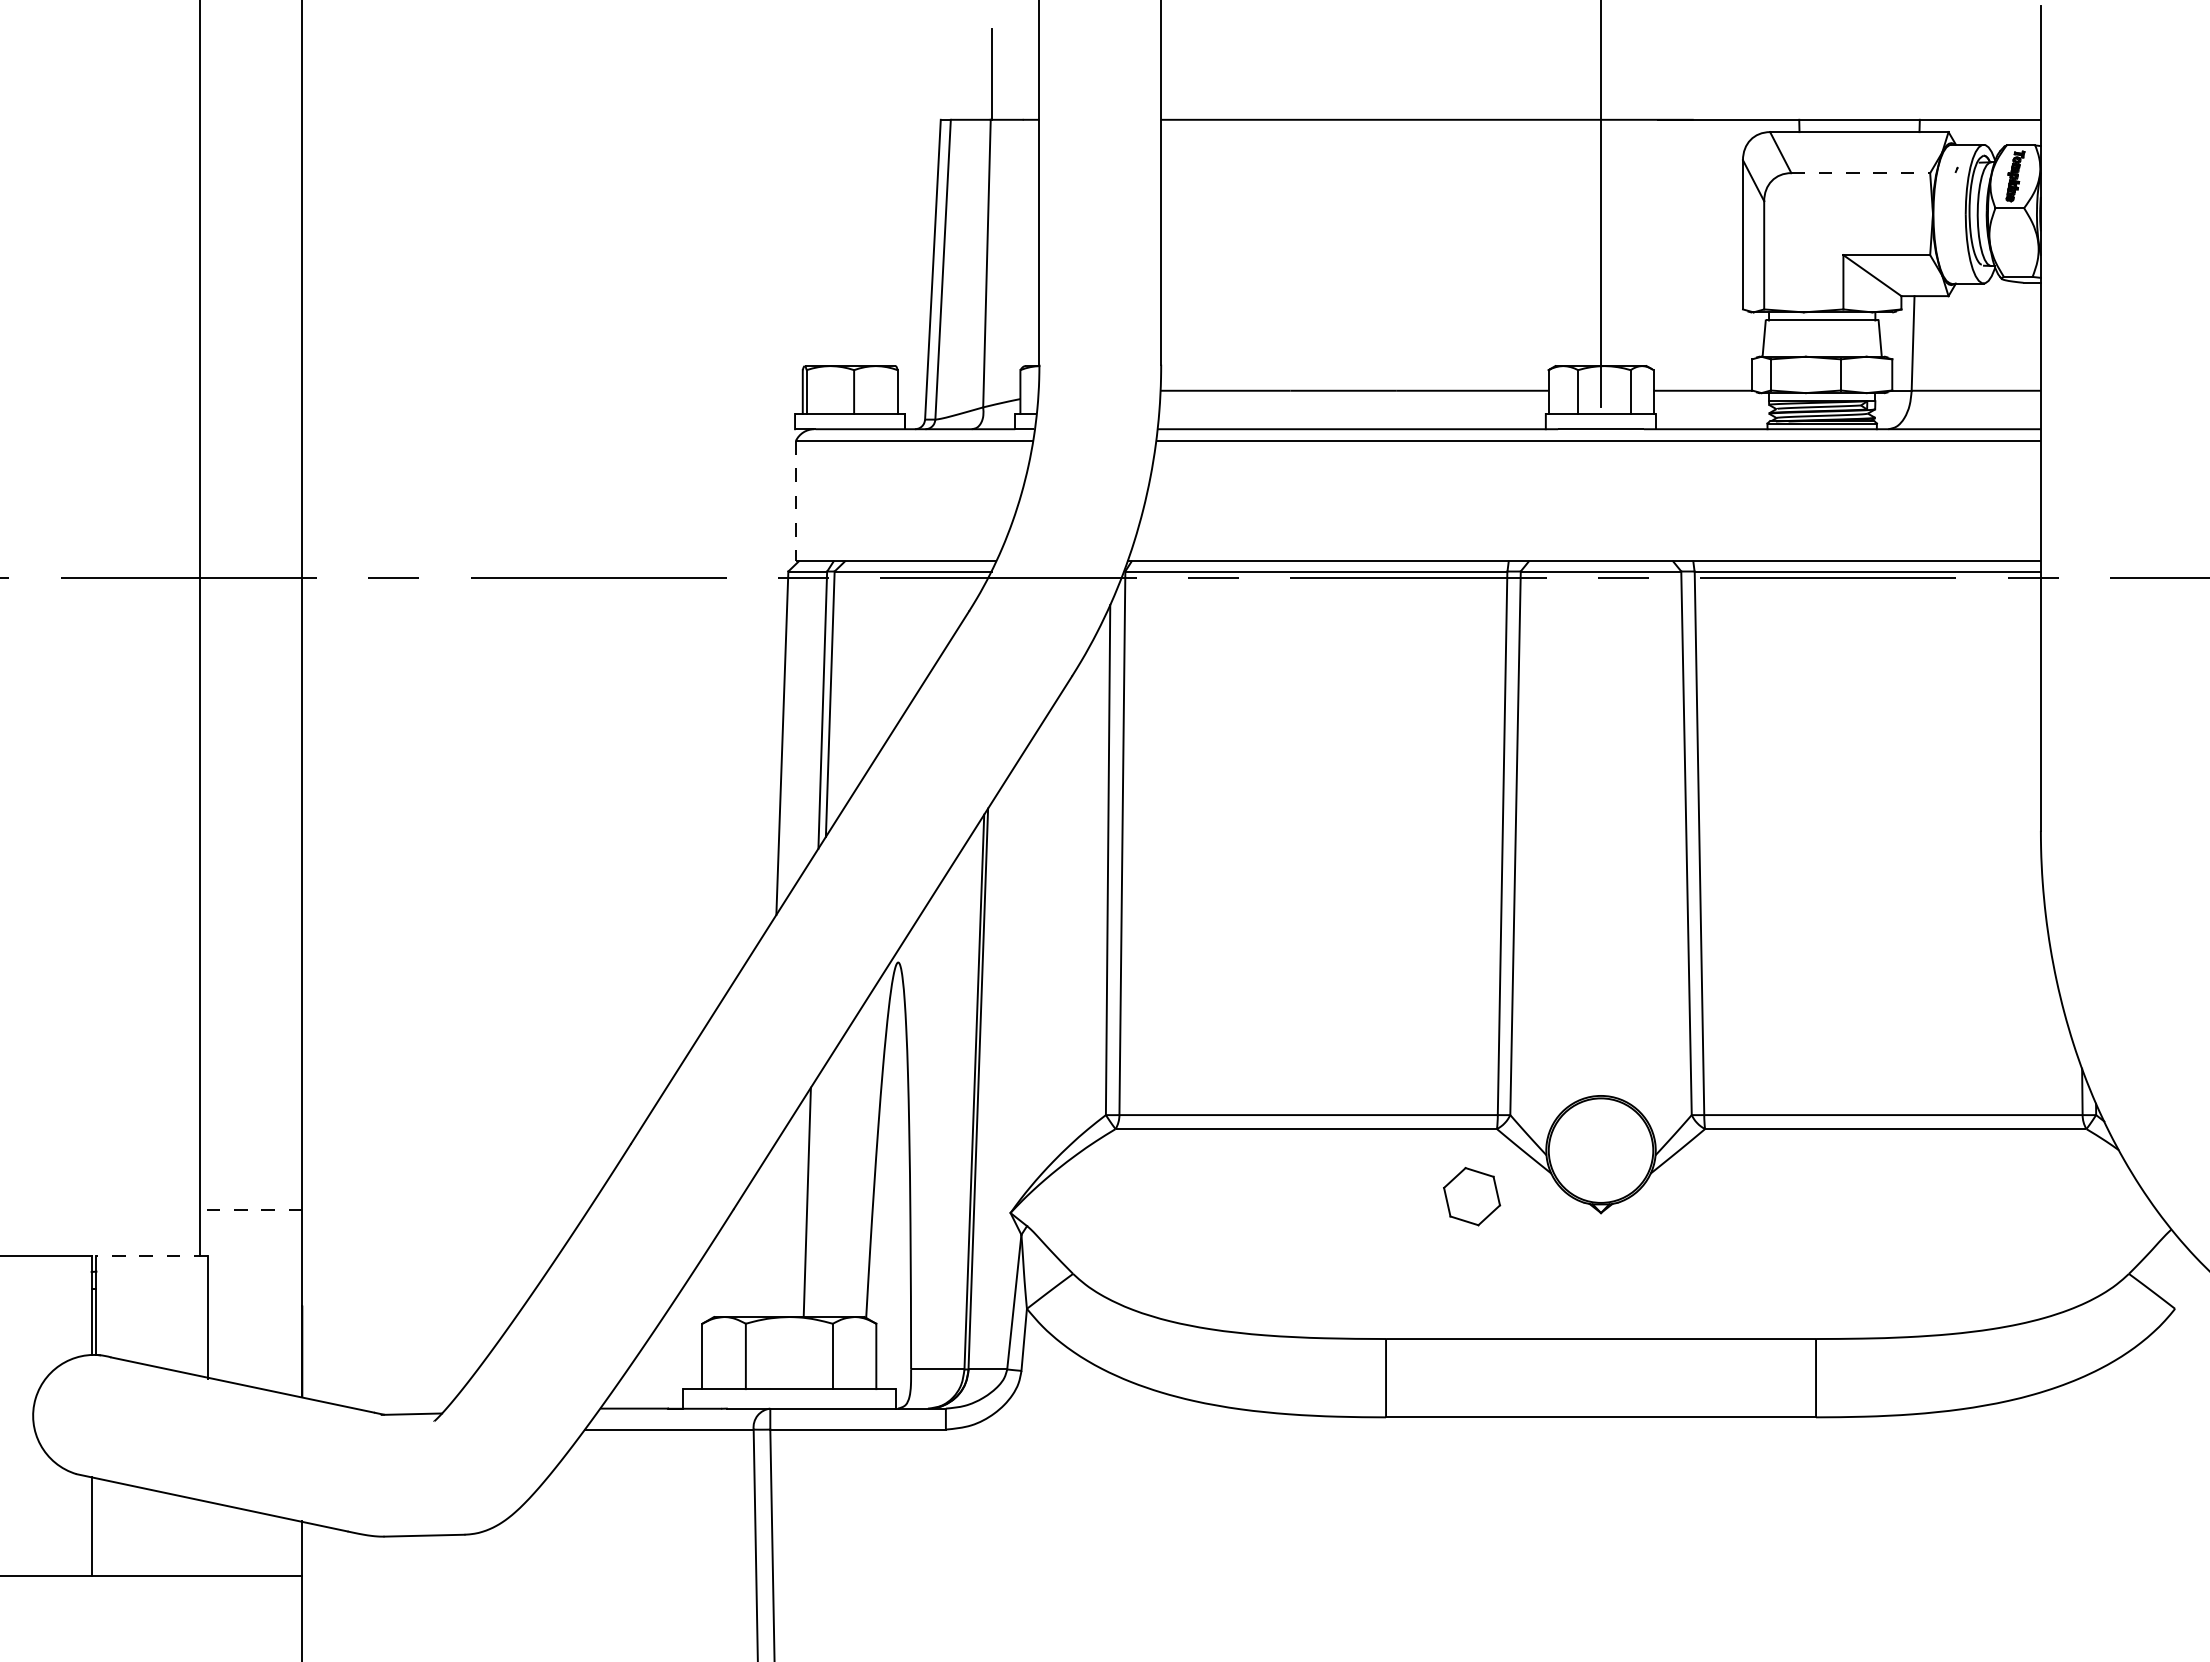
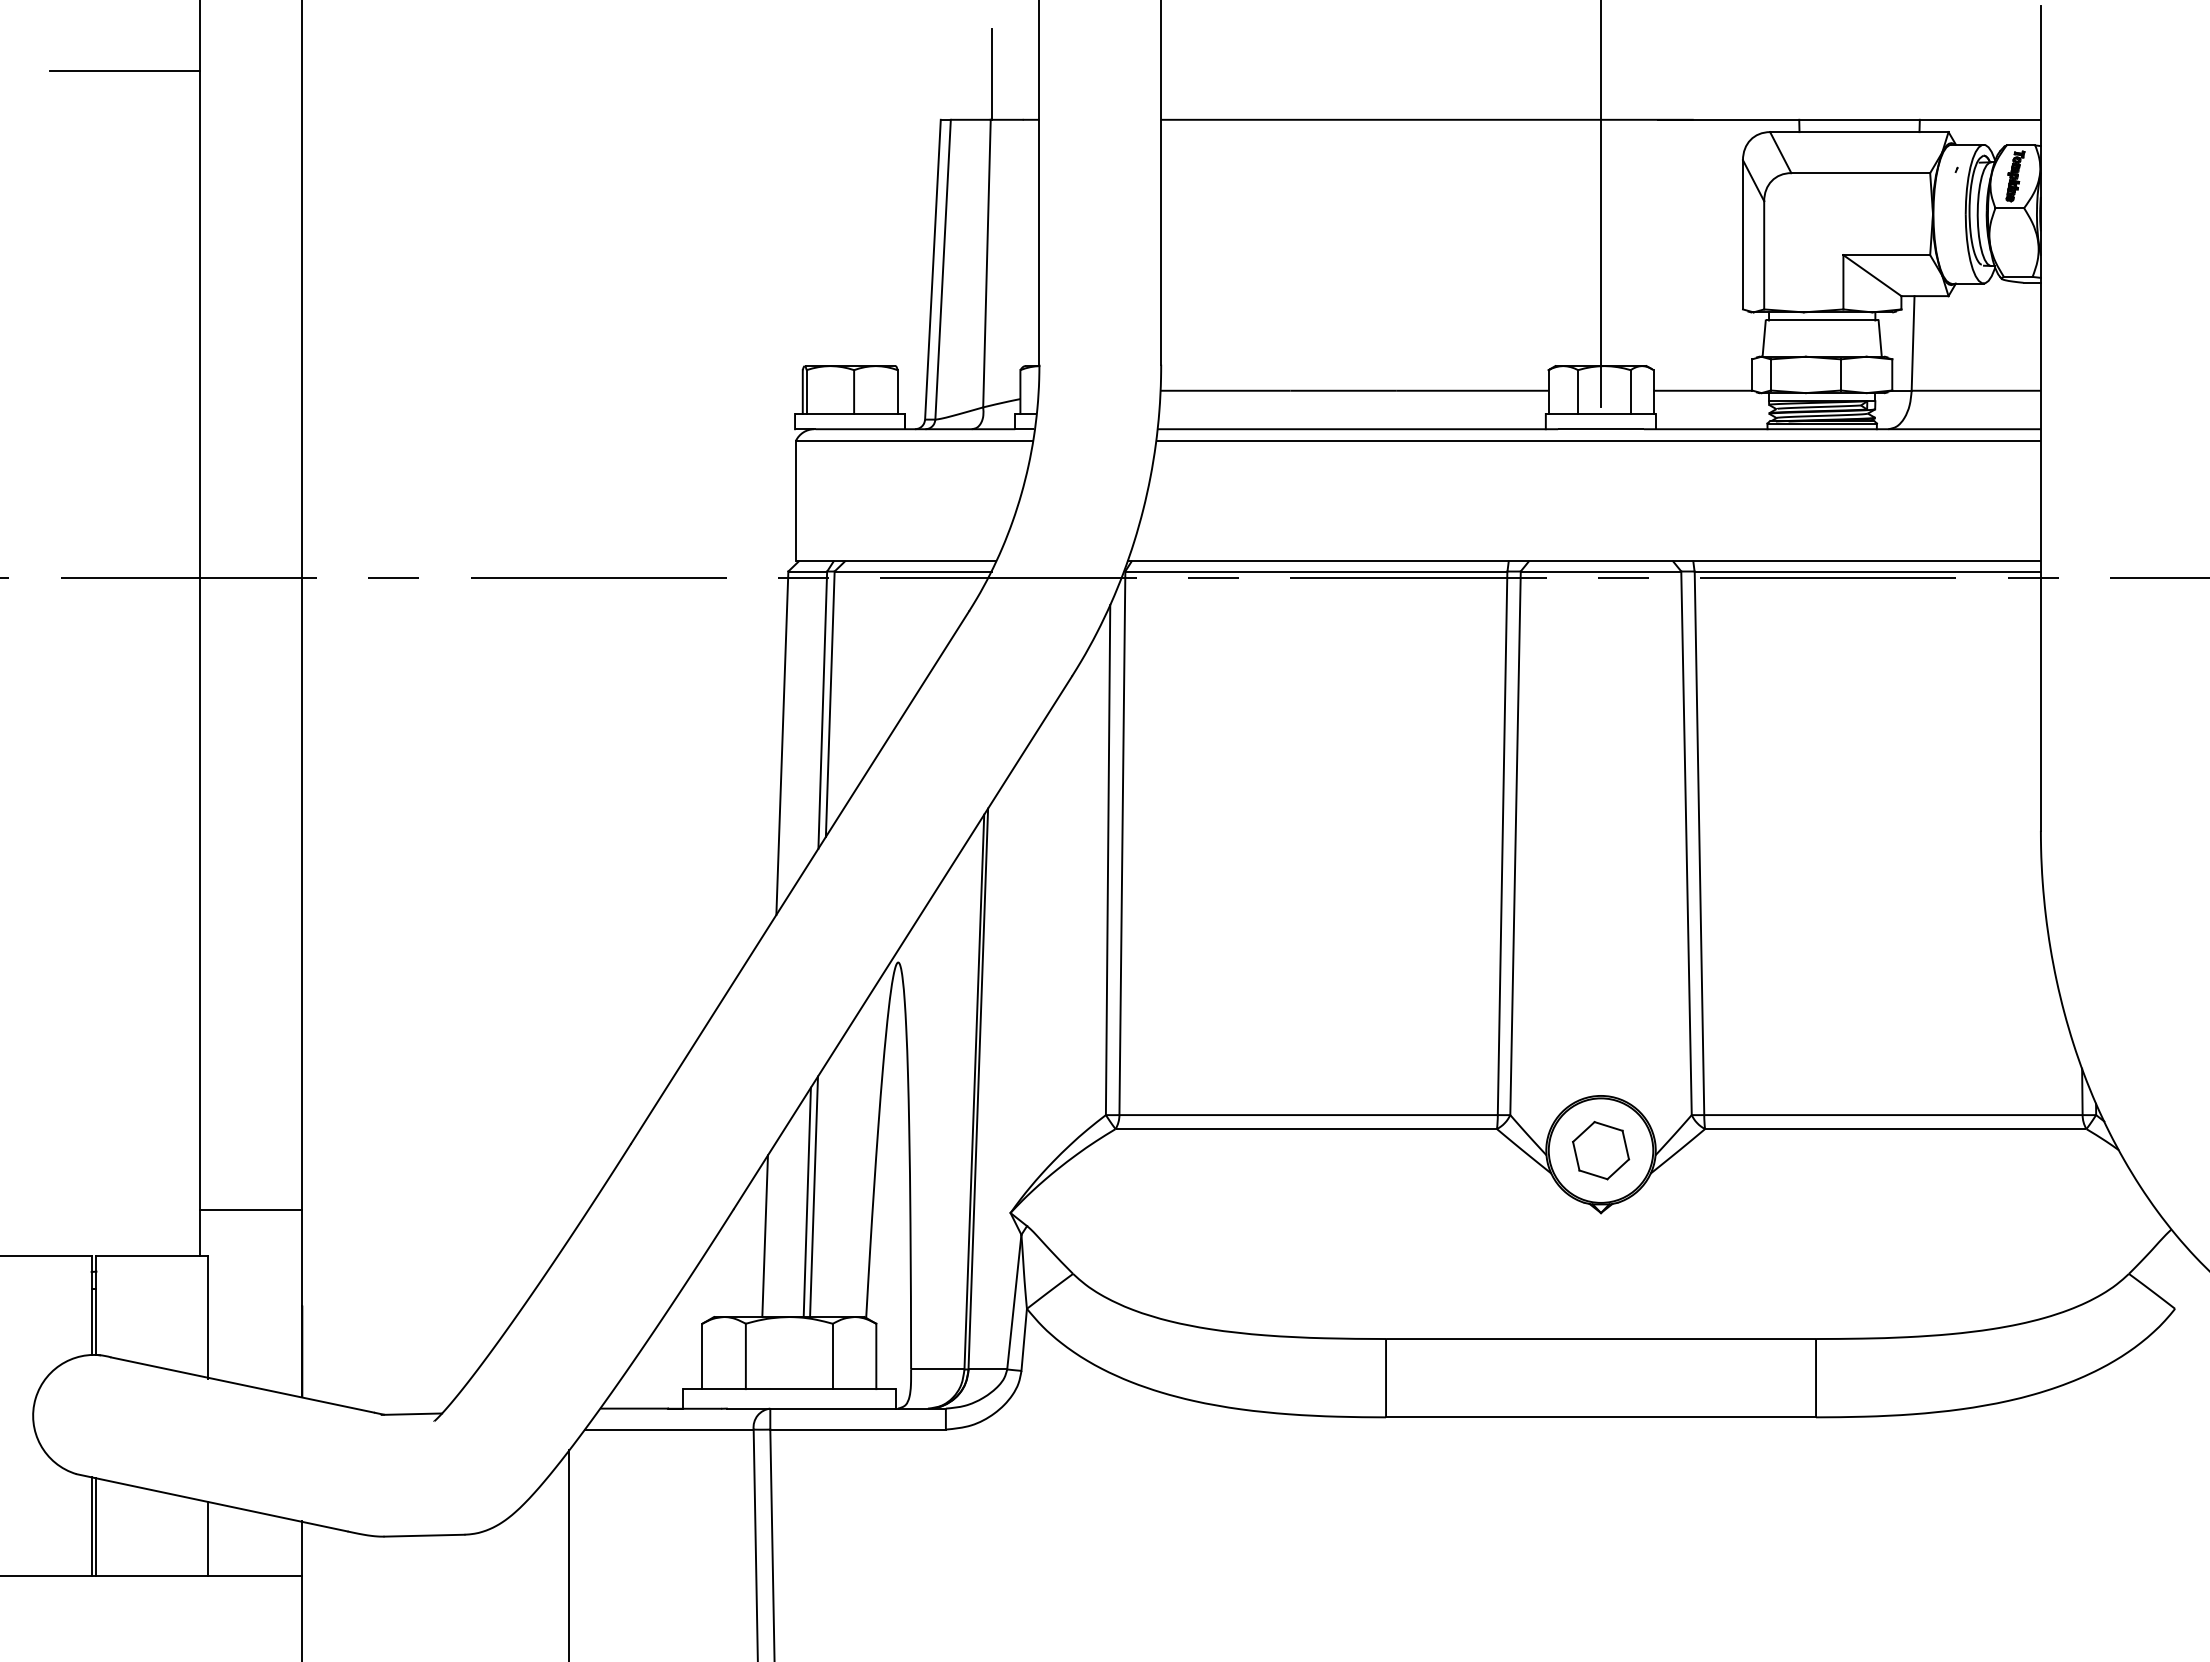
line at (125, 70): none -> present
line at (1861, 173): dashed -> solid
line at (795, 501): dashed -> solid
line at (814, 1196): none -> present
part at (1472, 1196) position: (1472, 1196) -> (1601, 1150)
line at (251, 1210): dashed -> solid
line at (764, 1236): none -> present
line at (152, 1255): dashed -> solid
line at (96, 1526): none -> present
line at (207, 1538): none -> present
line at (569, 1554): none -> present
